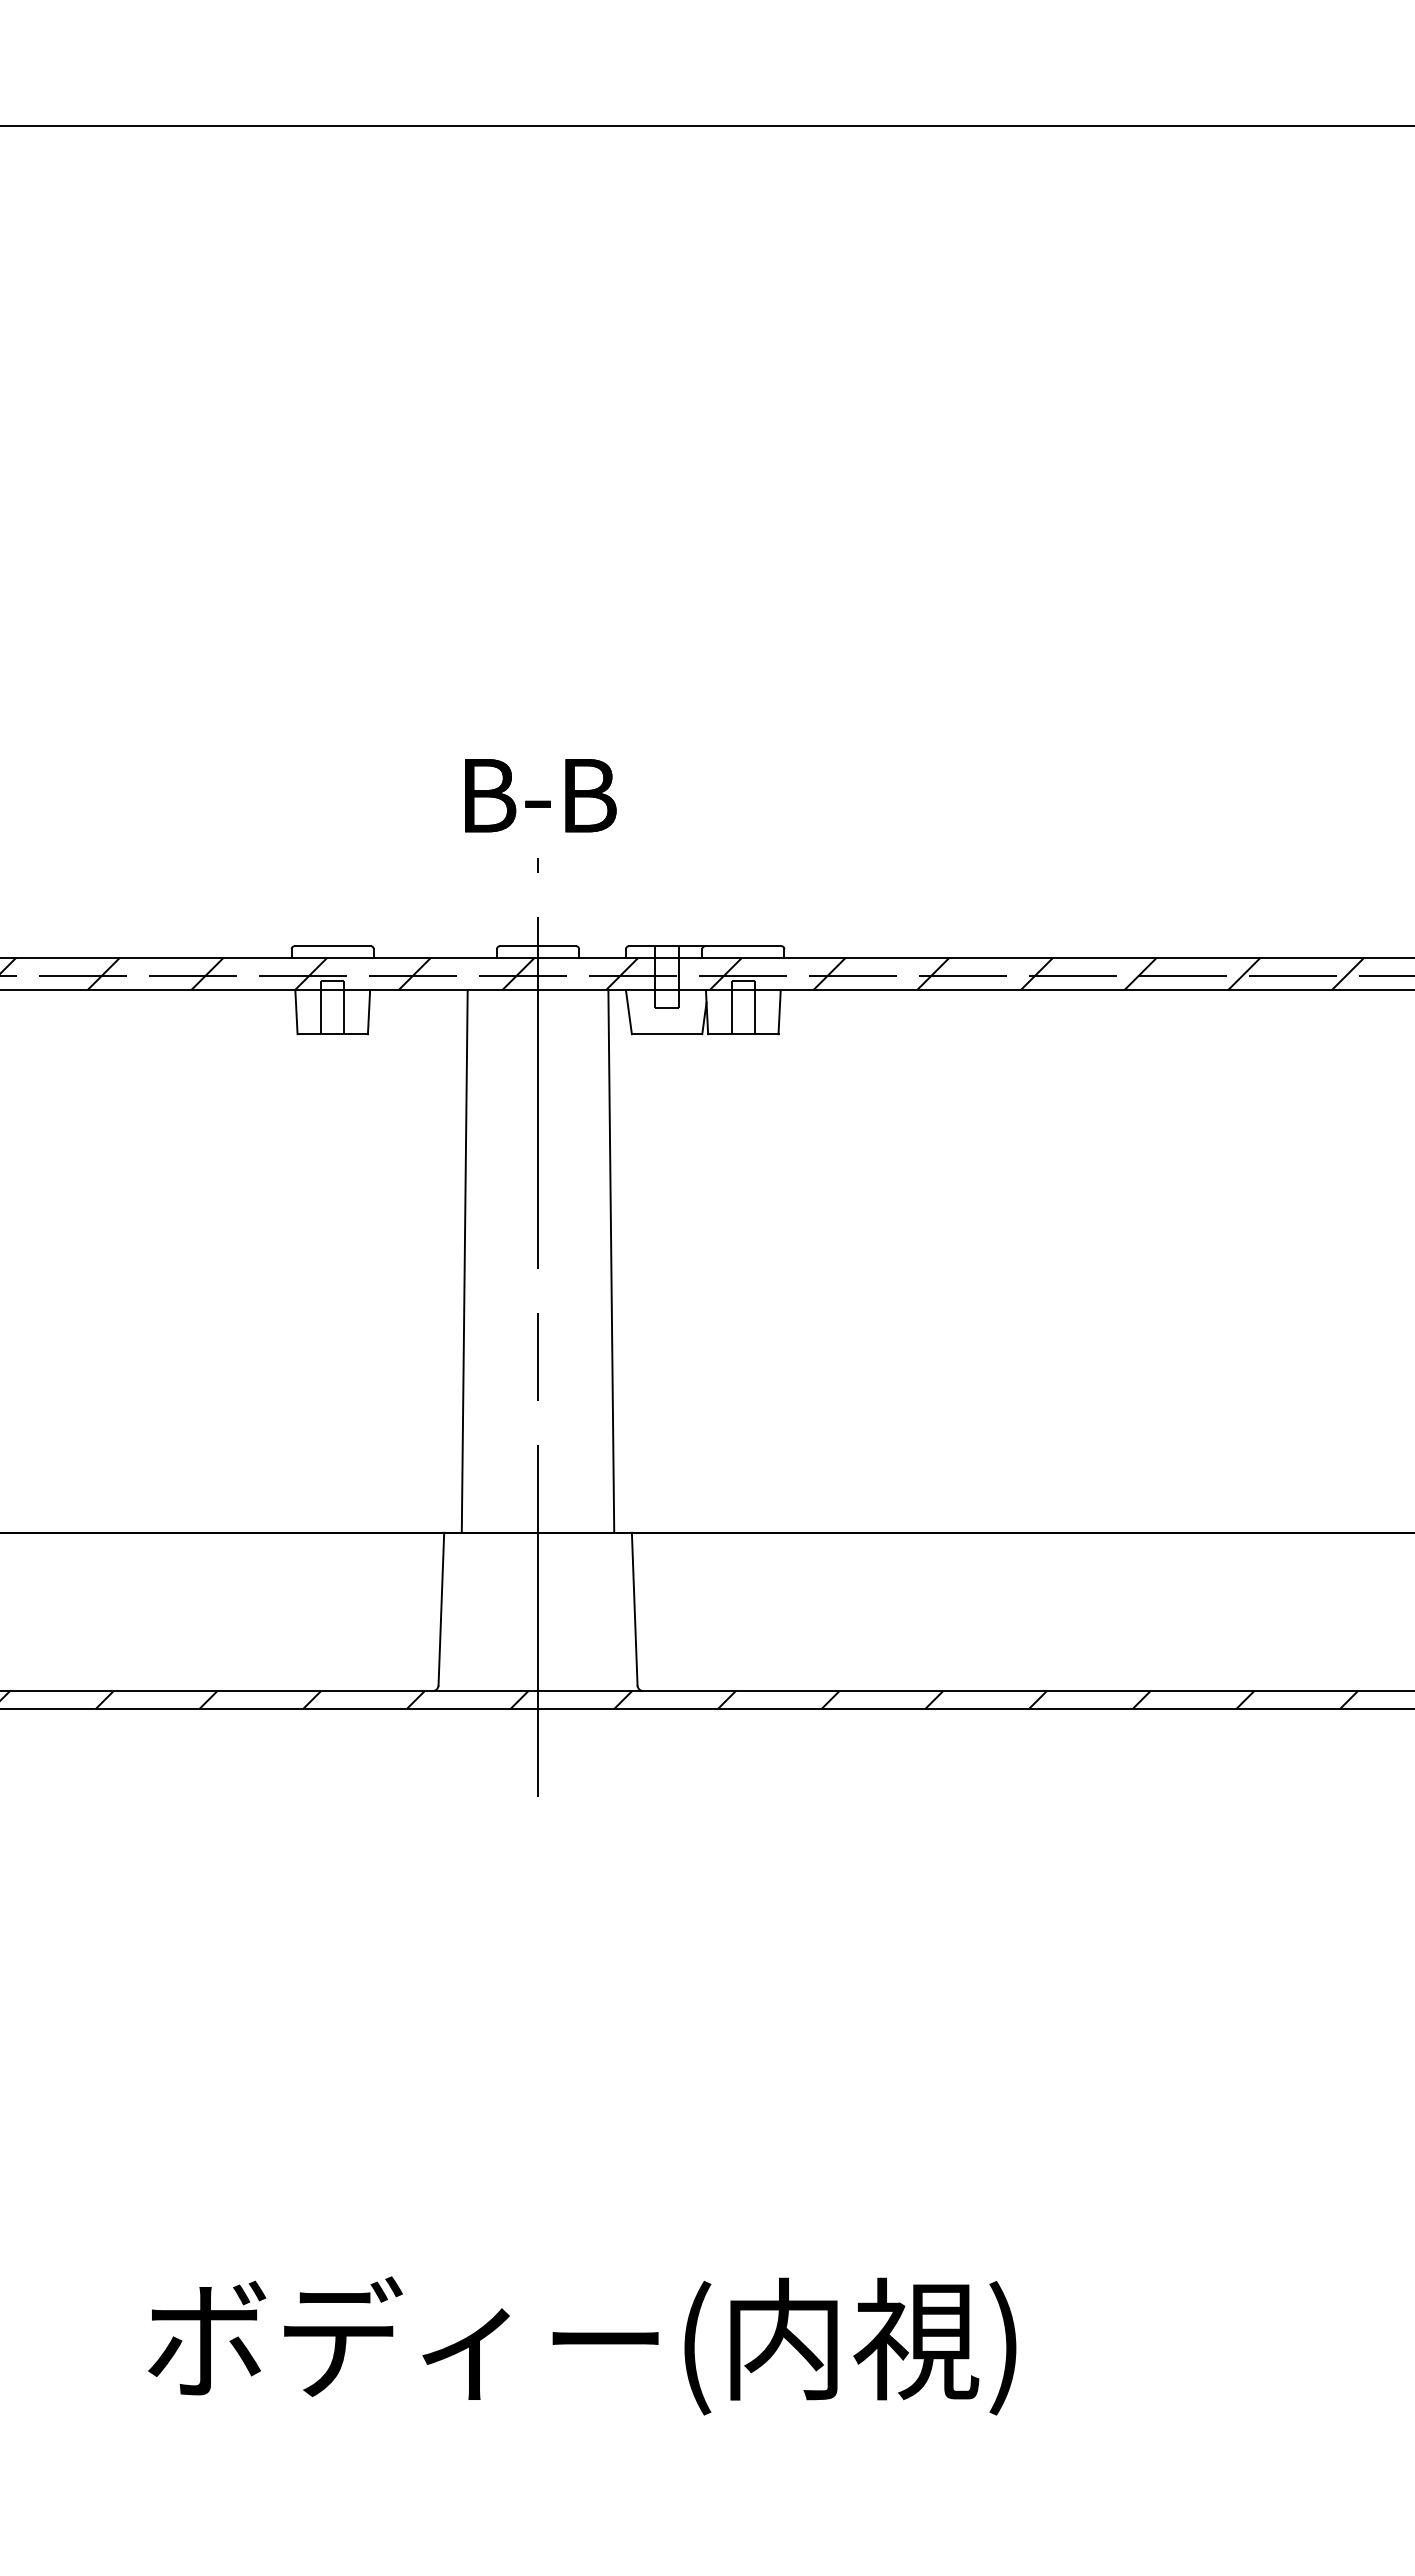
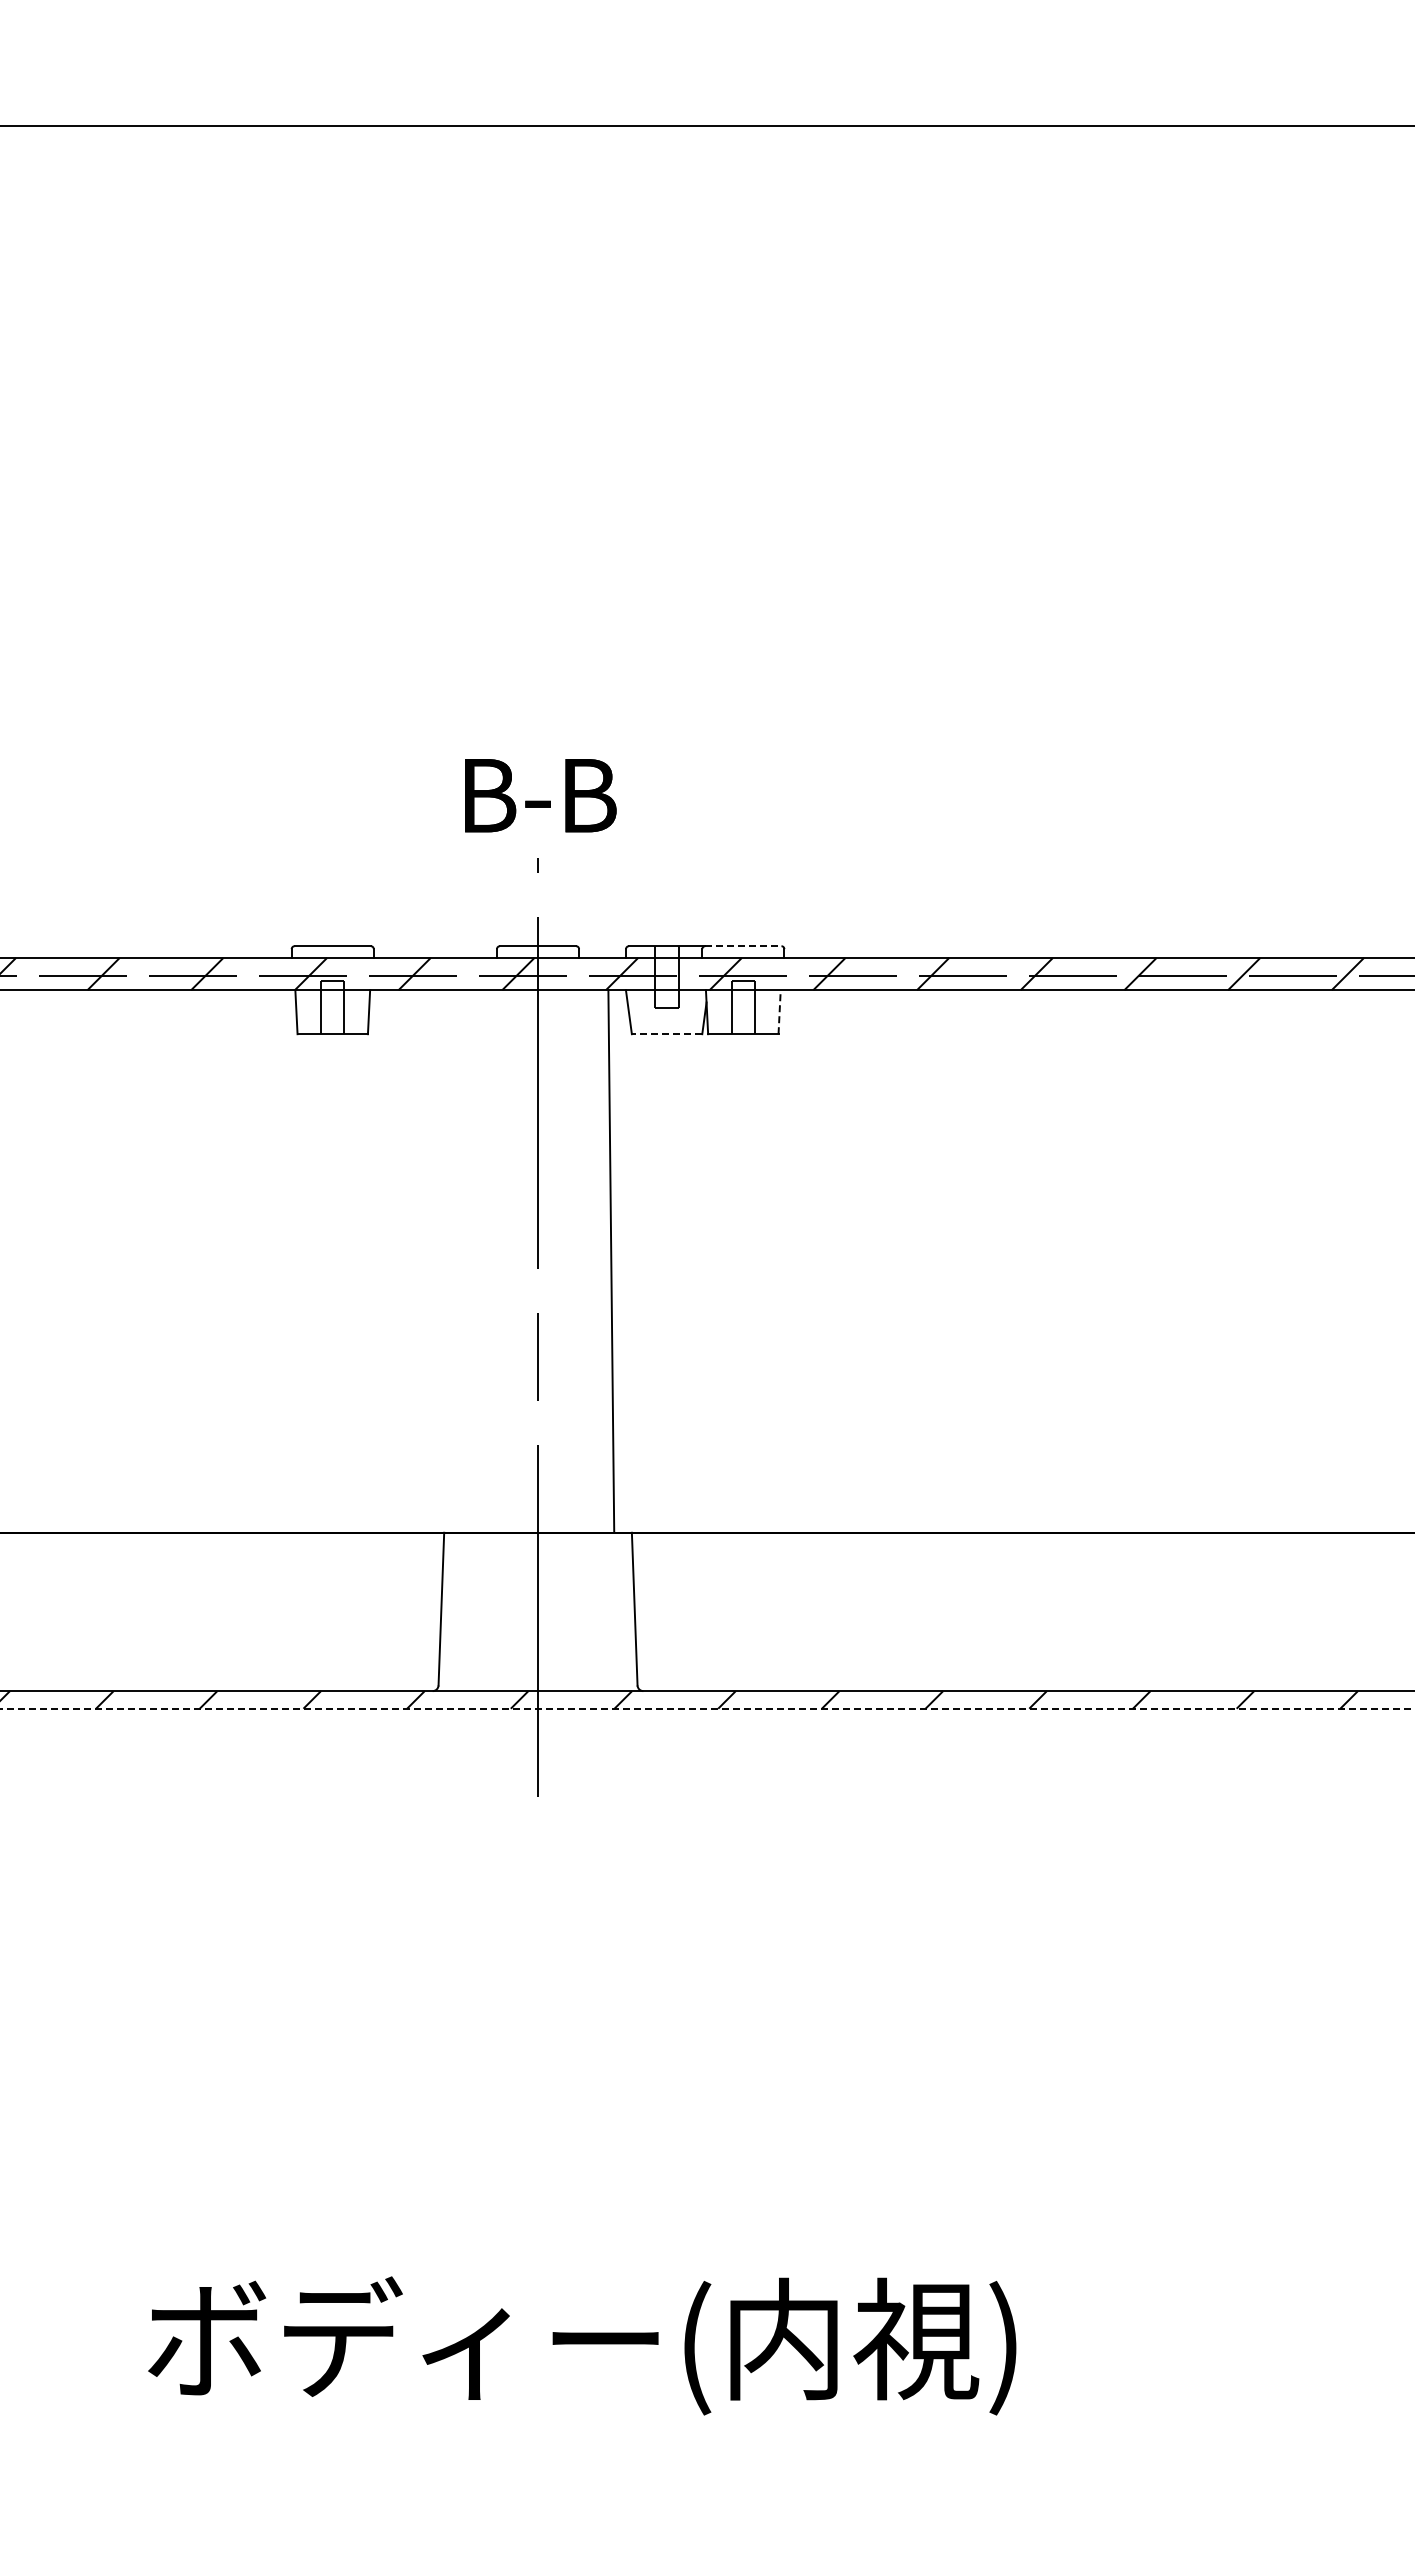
line at (743, 946): solid -> dashed
line at (779, 1011): solid -> dashed
line at (666, 1034): solid -> dashed
line at (464, 1261): present -> none
line at (707, 1708): solid -> dashed
